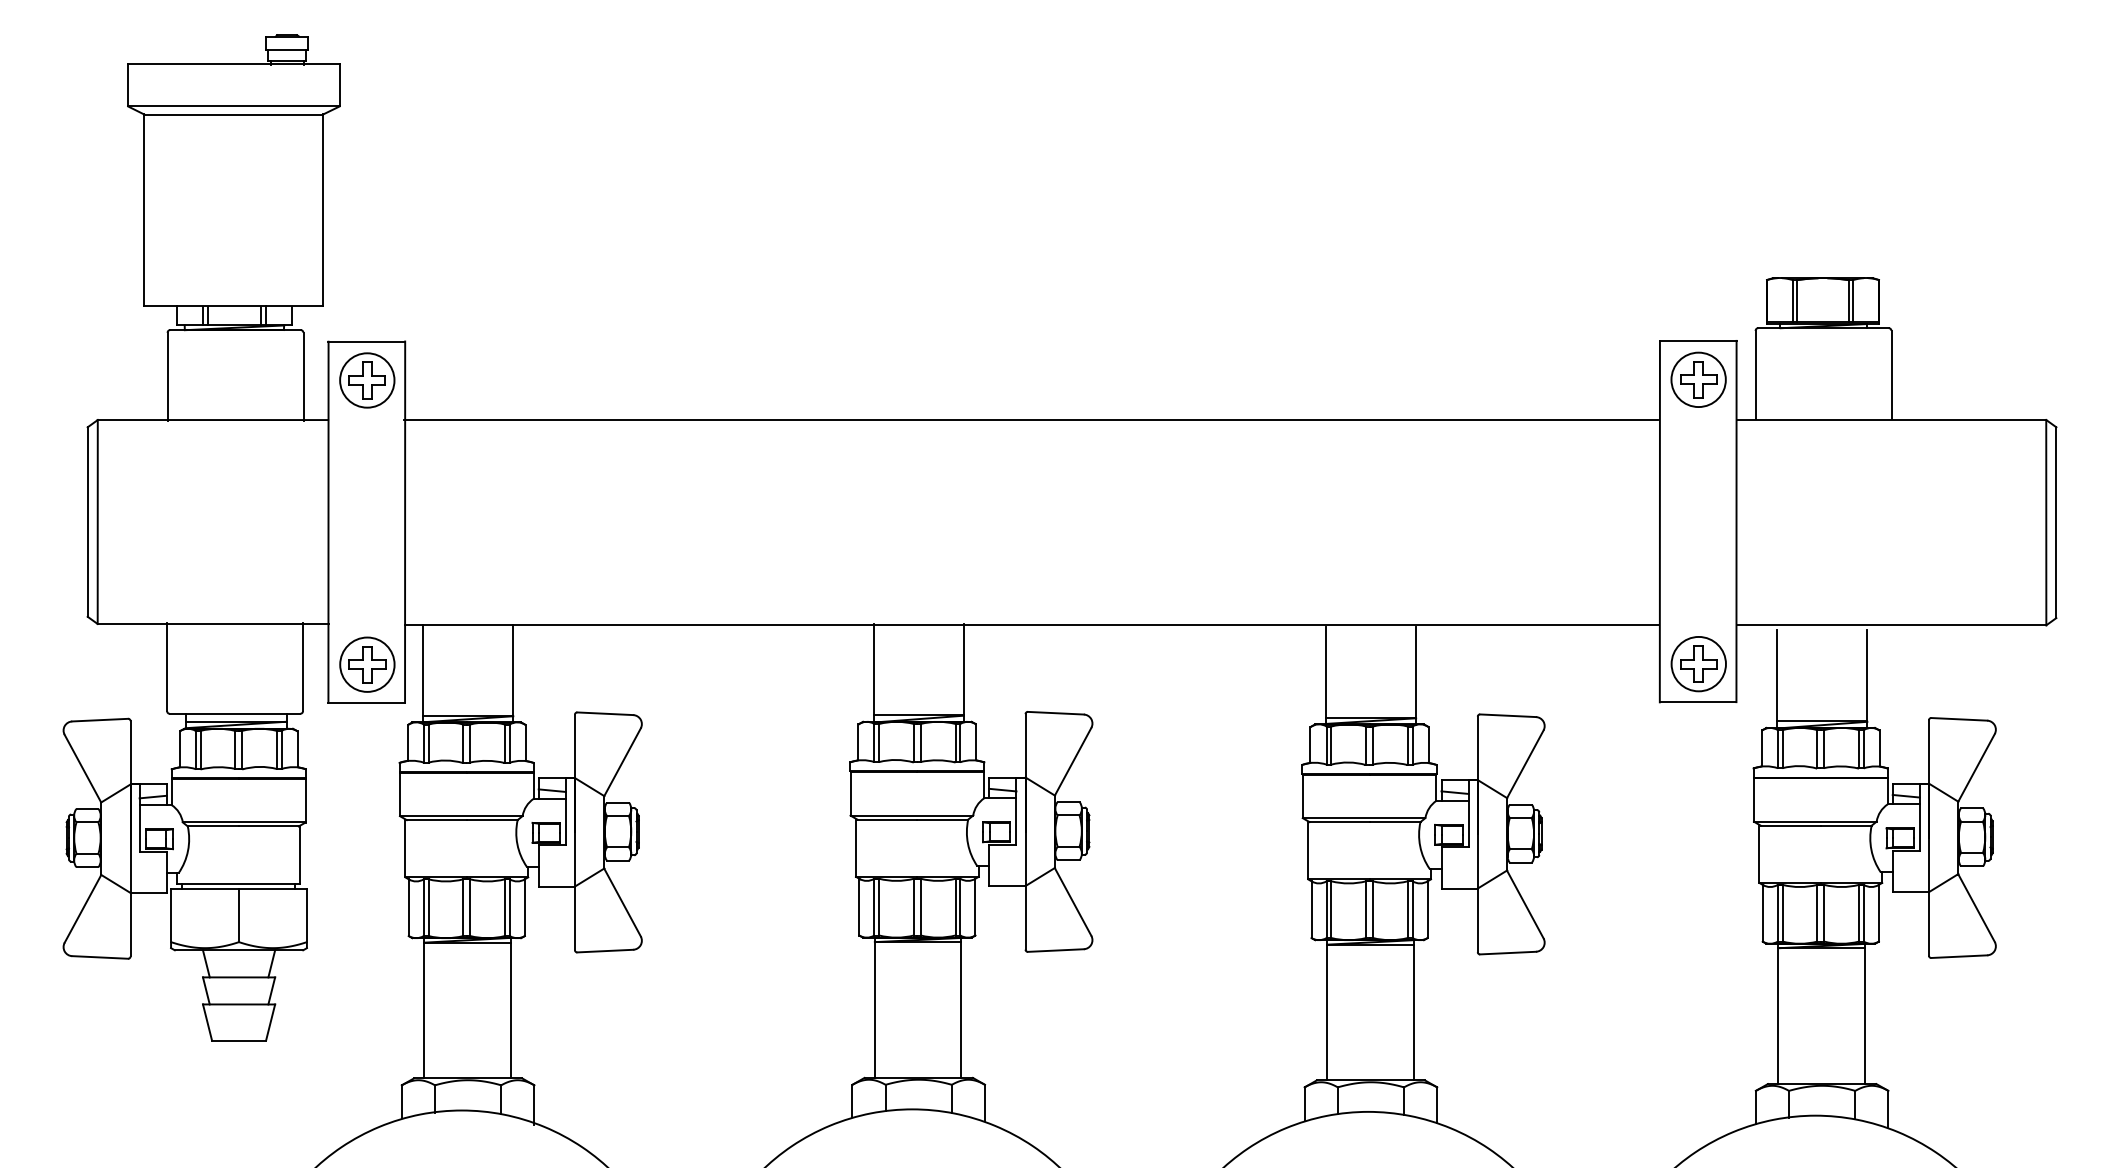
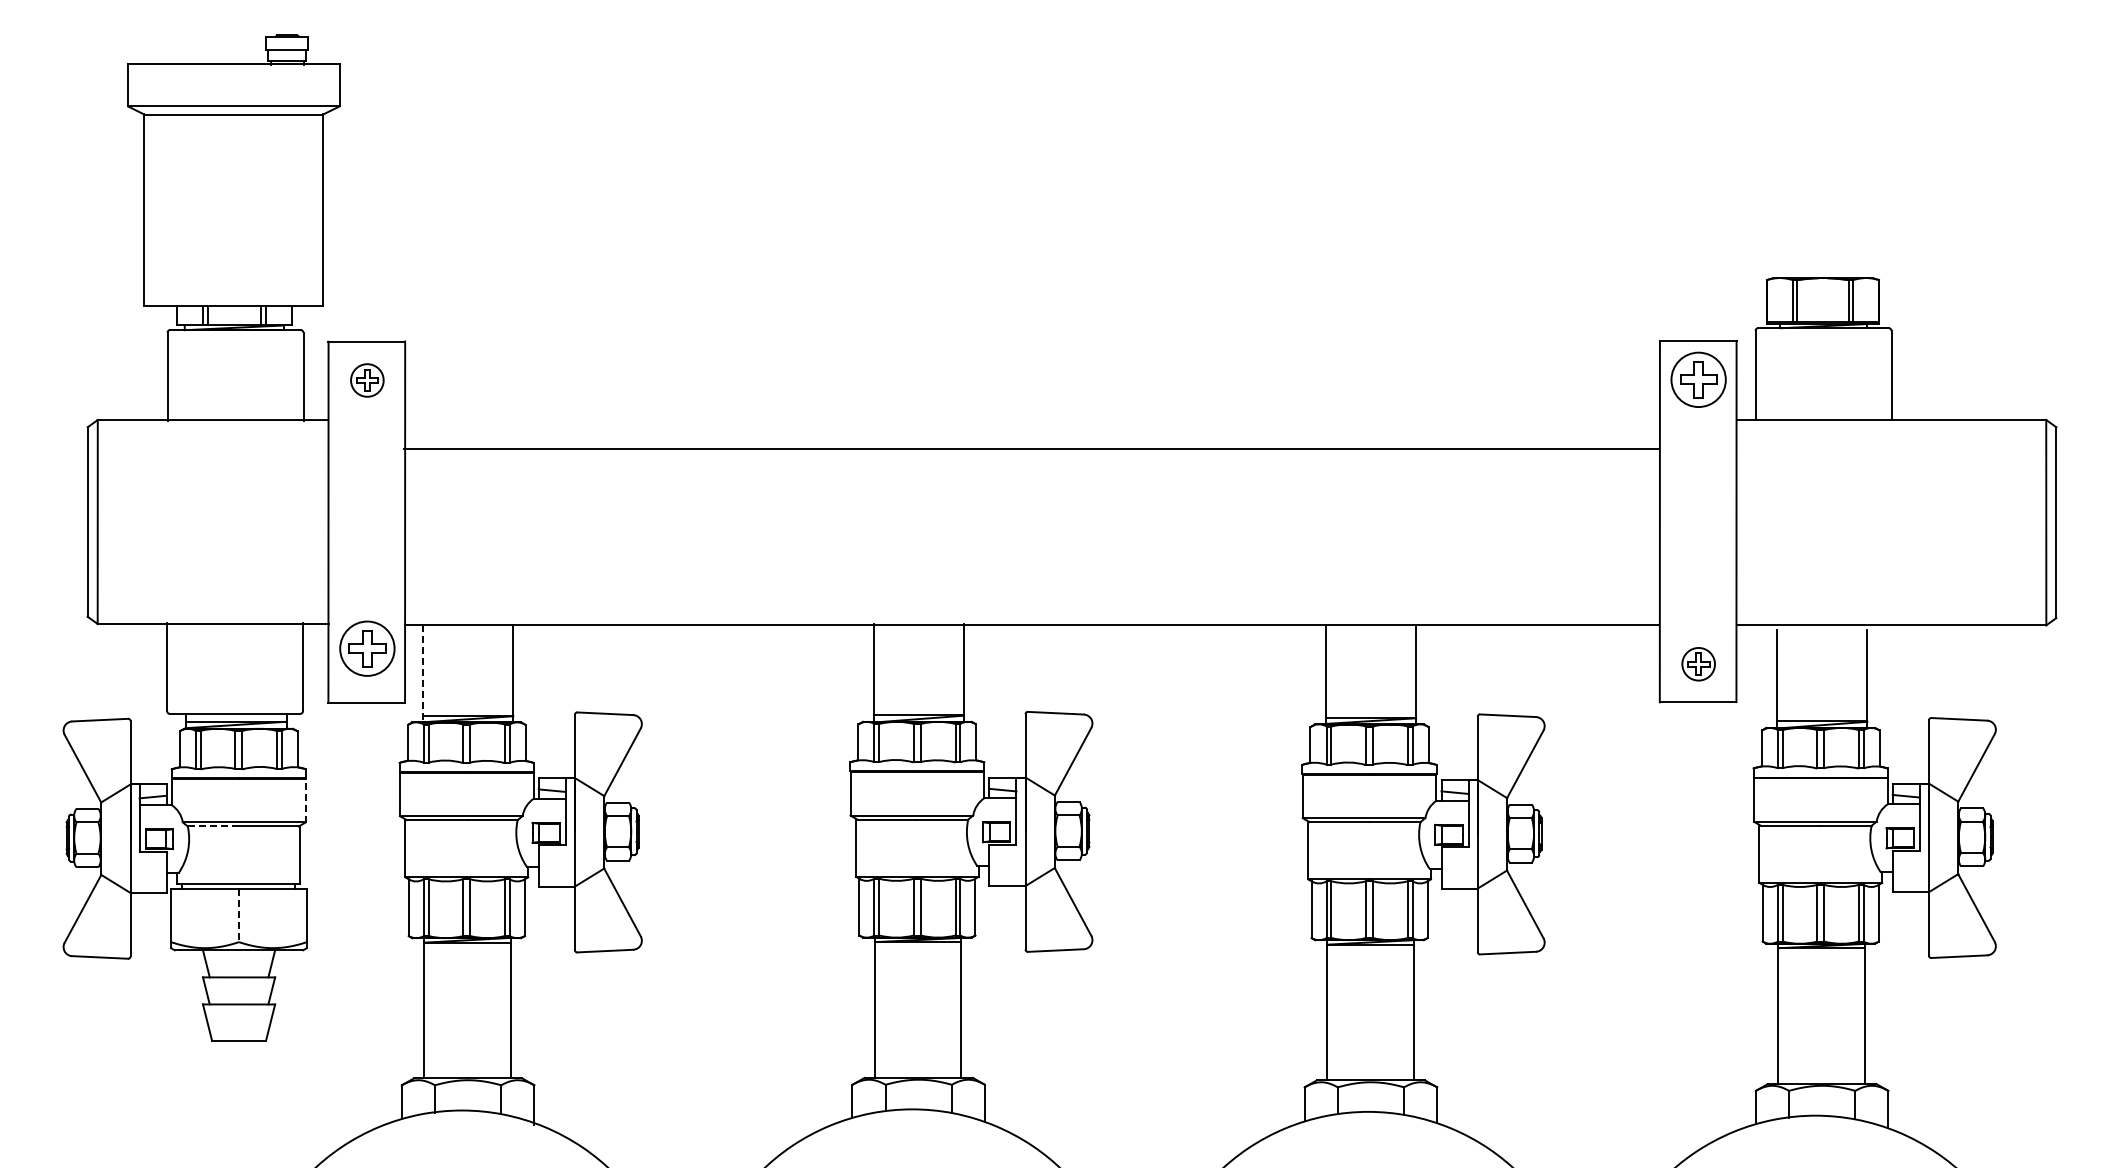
part at (367, 380) size: 57x57 px -> 35x35 px
line at (1031, 419) position: (1031, 419) -> (1031, 448)
part at (367, 664) position: (367, 664) -> (367, 648)
part at (1698, 664) size: 57x57 px -> 35x35 px
line at (423, 673): solid -> dashed
line at (305, 800): solid -> dashed
line at (213, 826): solid -> dashed
line at (239, 915): solid -> dashed
